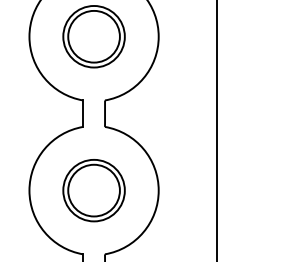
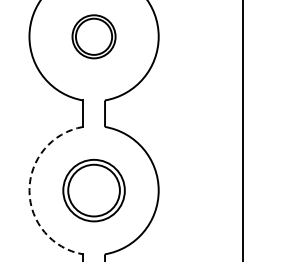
part at (93, 36) size: 64x64 px -> 46x46 px
line at (217, 130) position: (217, 130) -> (243, 130)
arc at (29, 190): solid -> dashed
